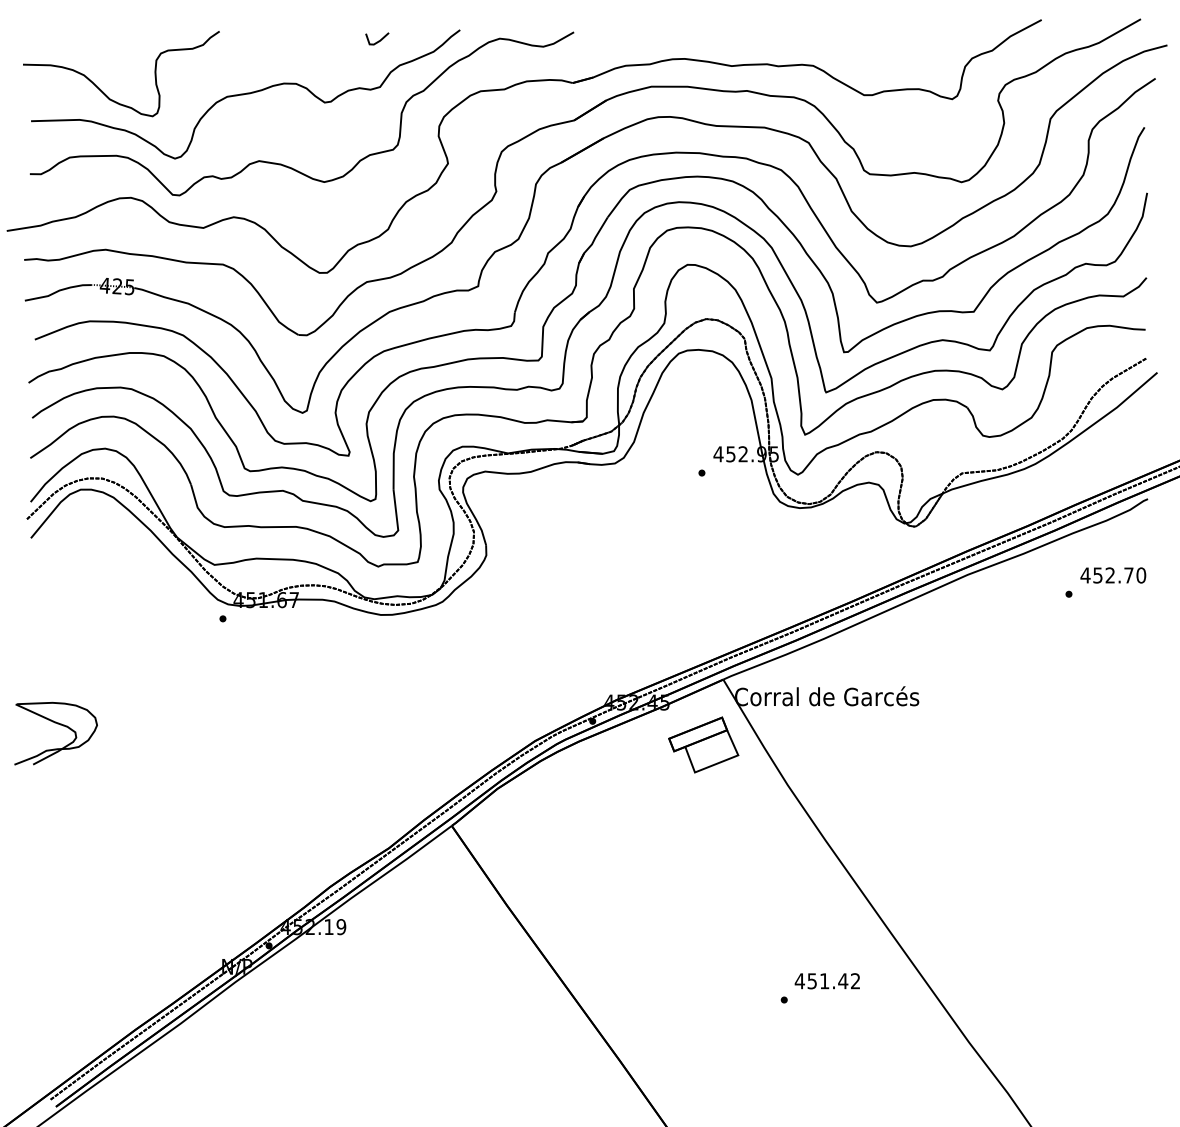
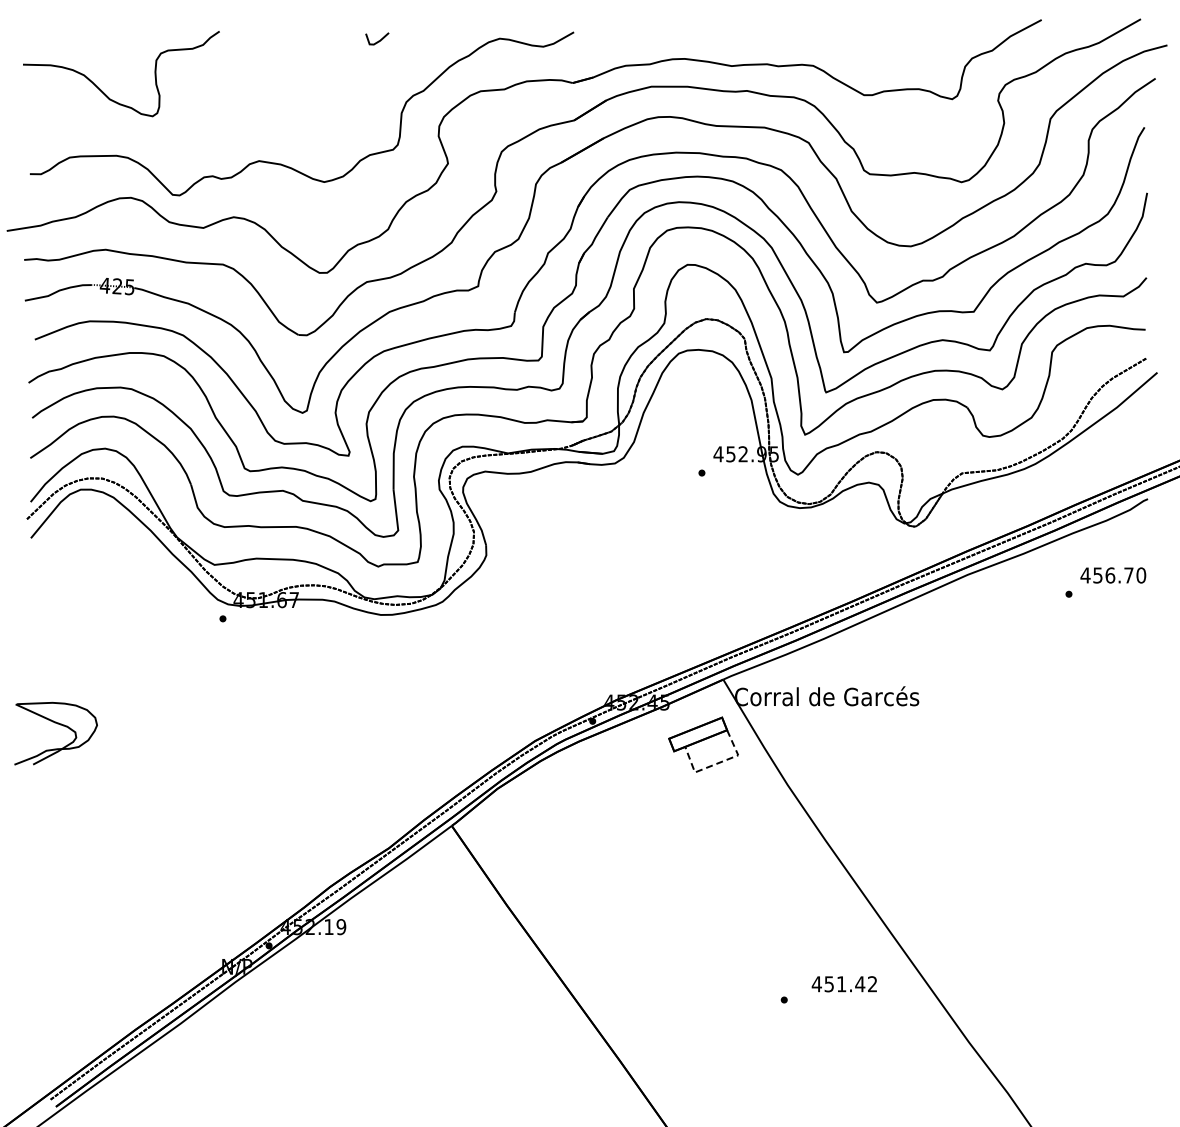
curve at (245, 94): present -> none
text at (1110, 575): 452.70 -> 456.70
line at (716, 764): solid -> dashed
text at (826, 981) position: (826, 981) -> (843, 984)
